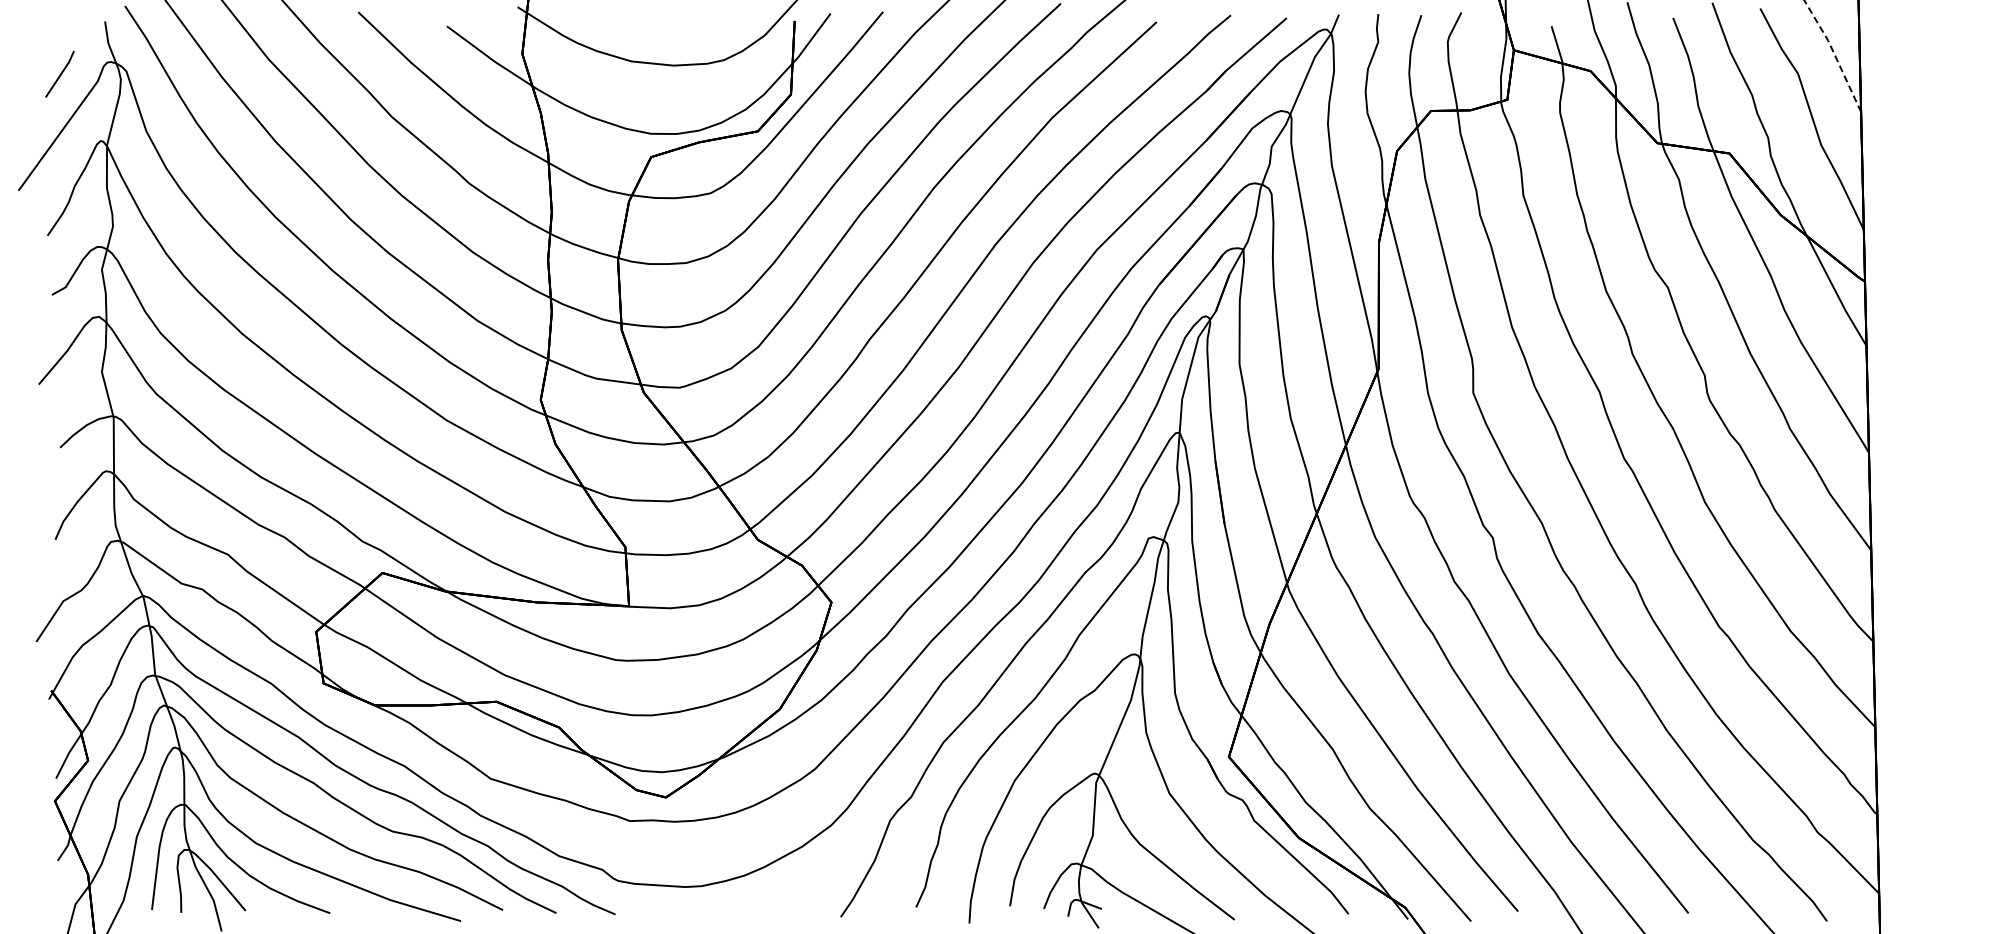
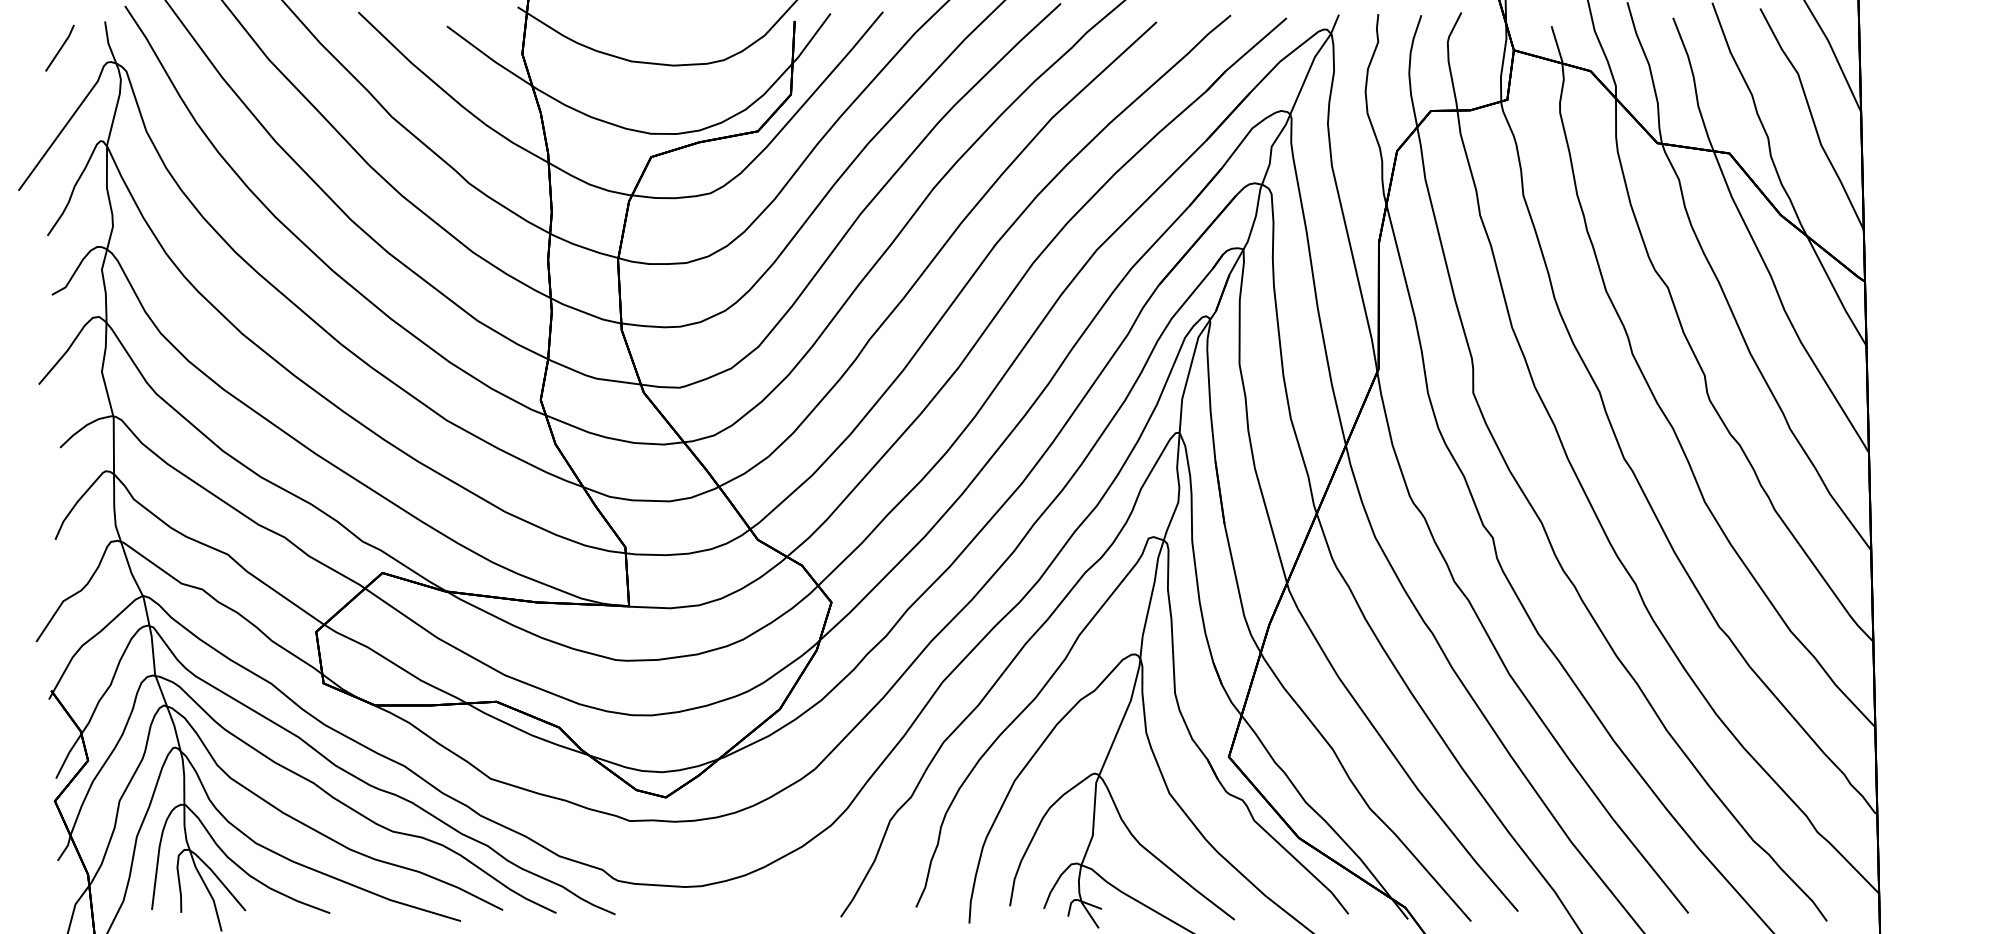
line at (1834, 55): dashed -> solid
line at (60, 73) position: (60, 73) -> (60, 47)
